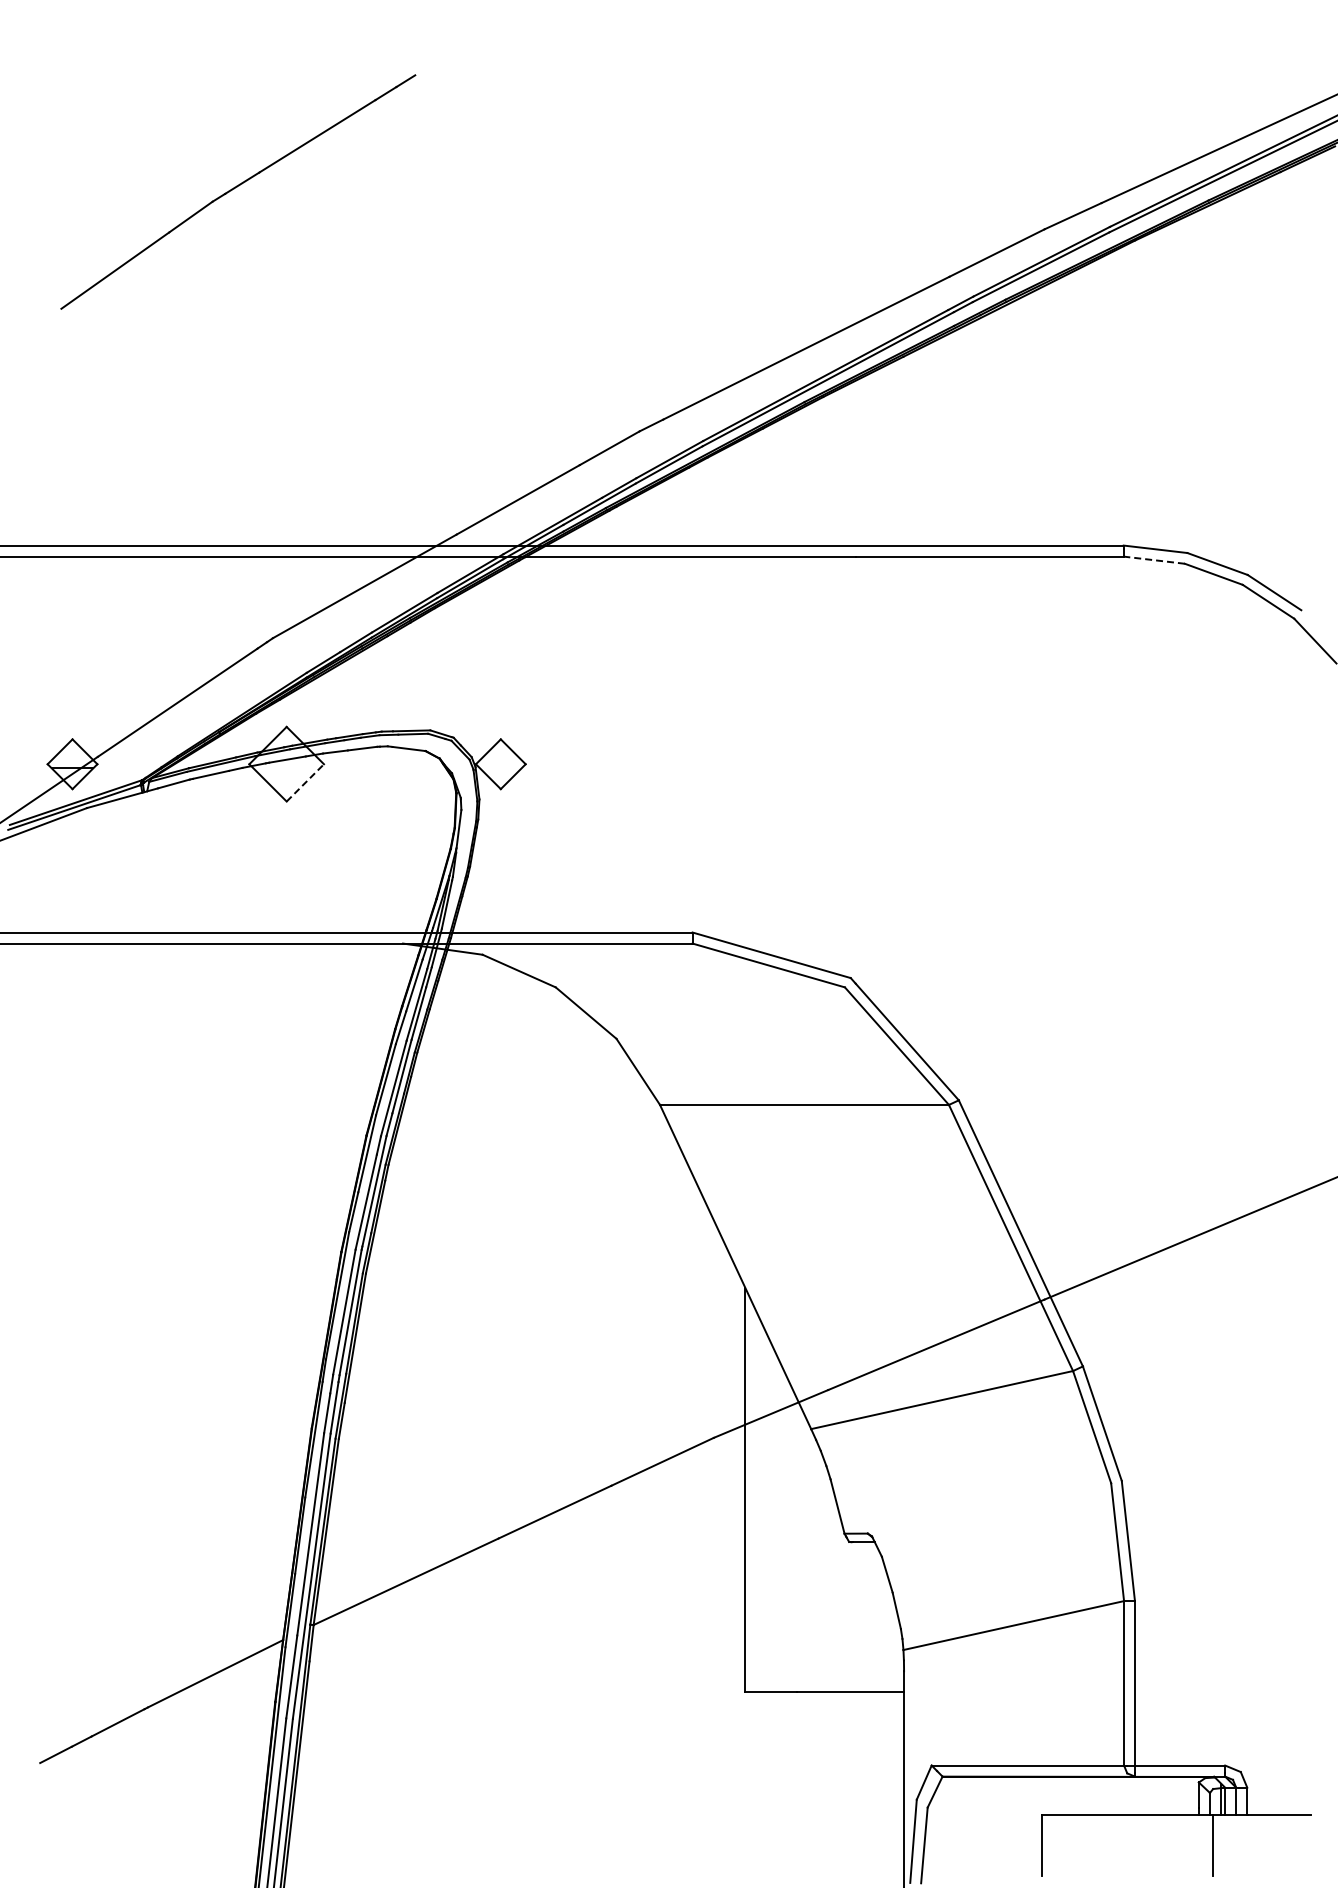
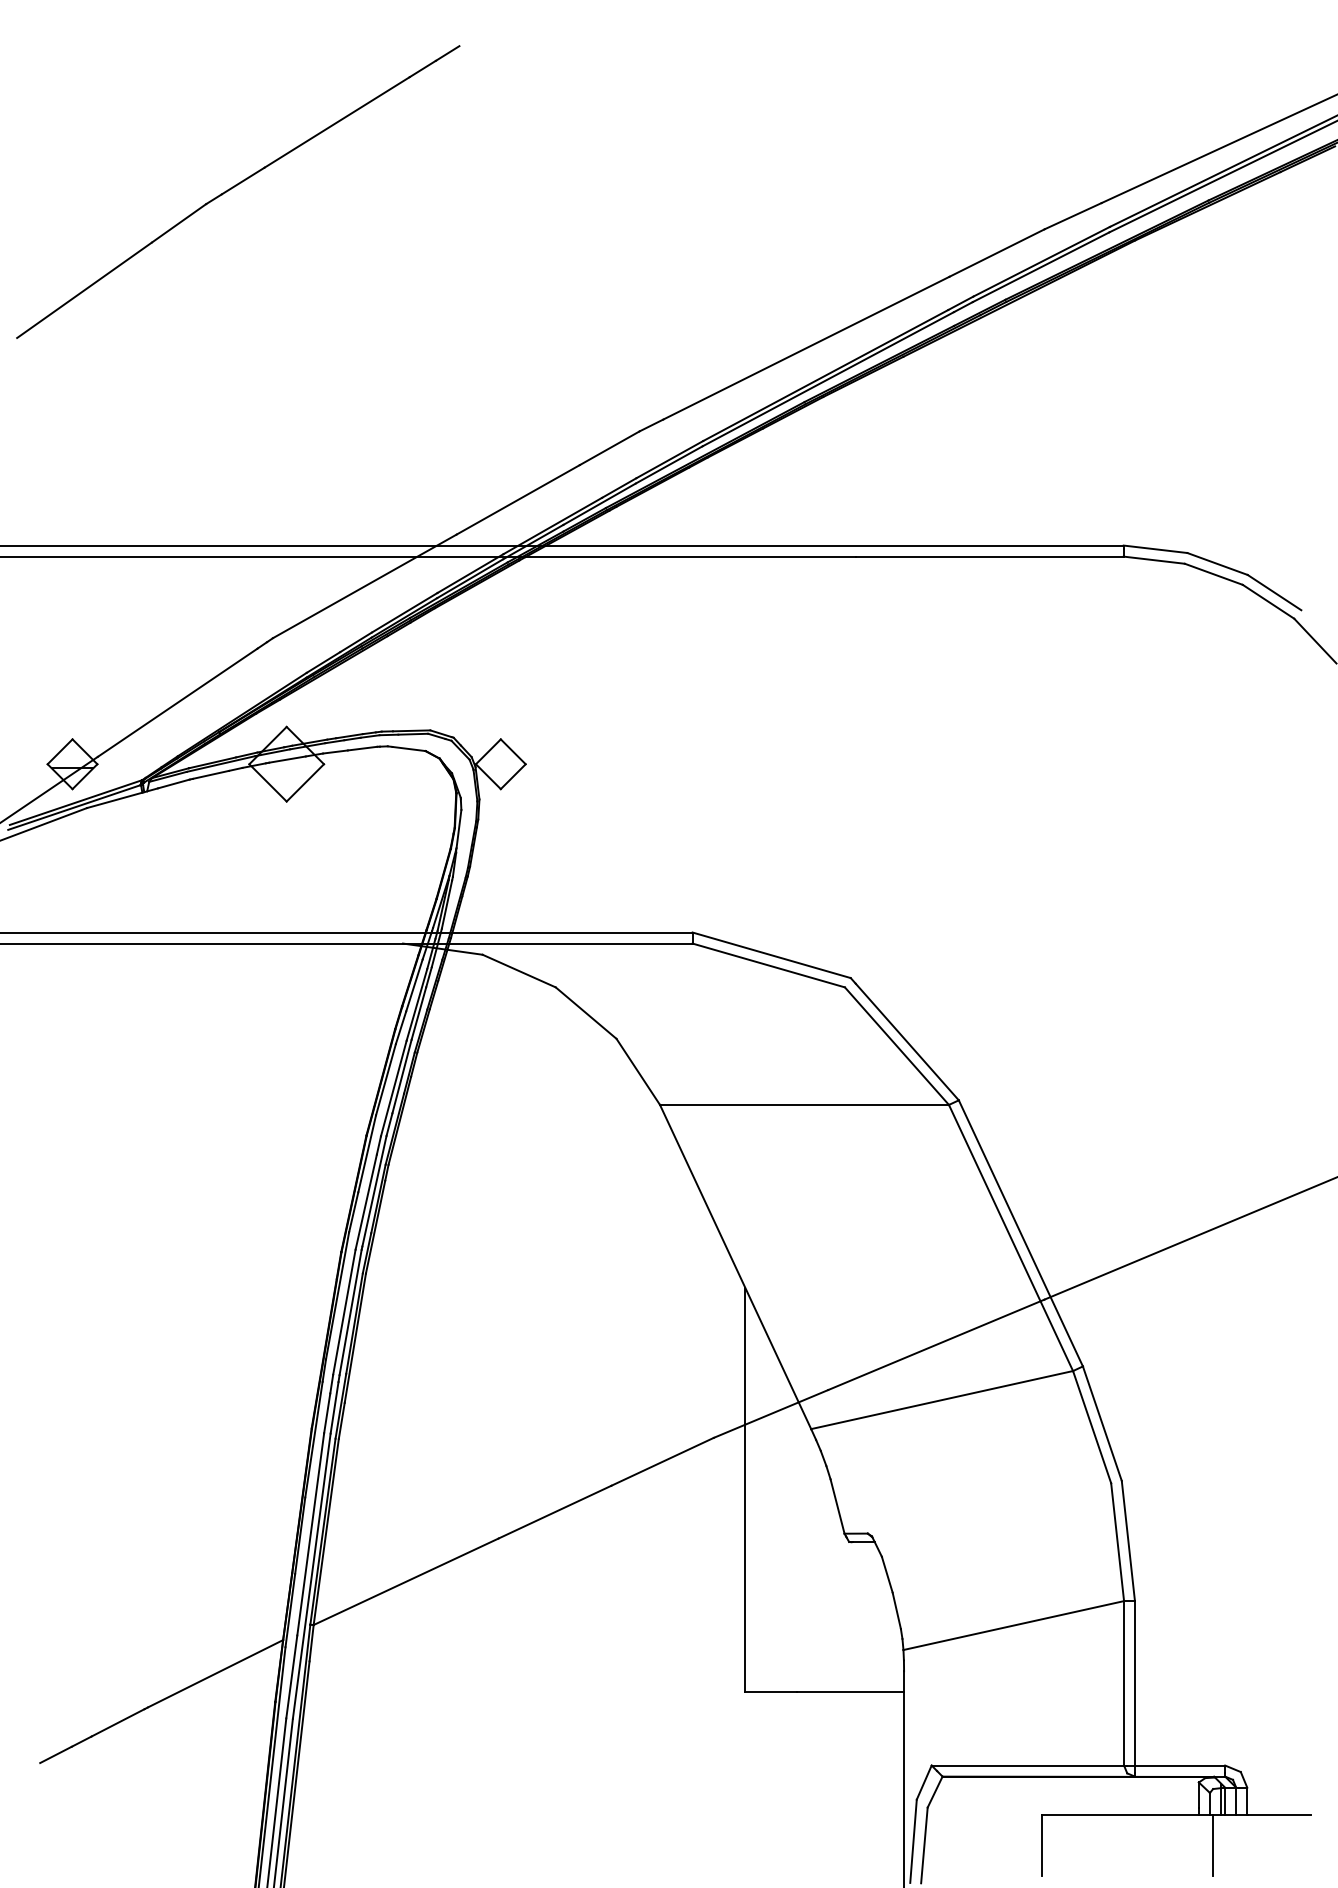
part at (238, 191) size: 357x236 px -> 445x294 px
line at (1154, 560): dashed -> solid
line at (305, 782): dashed -> solid
